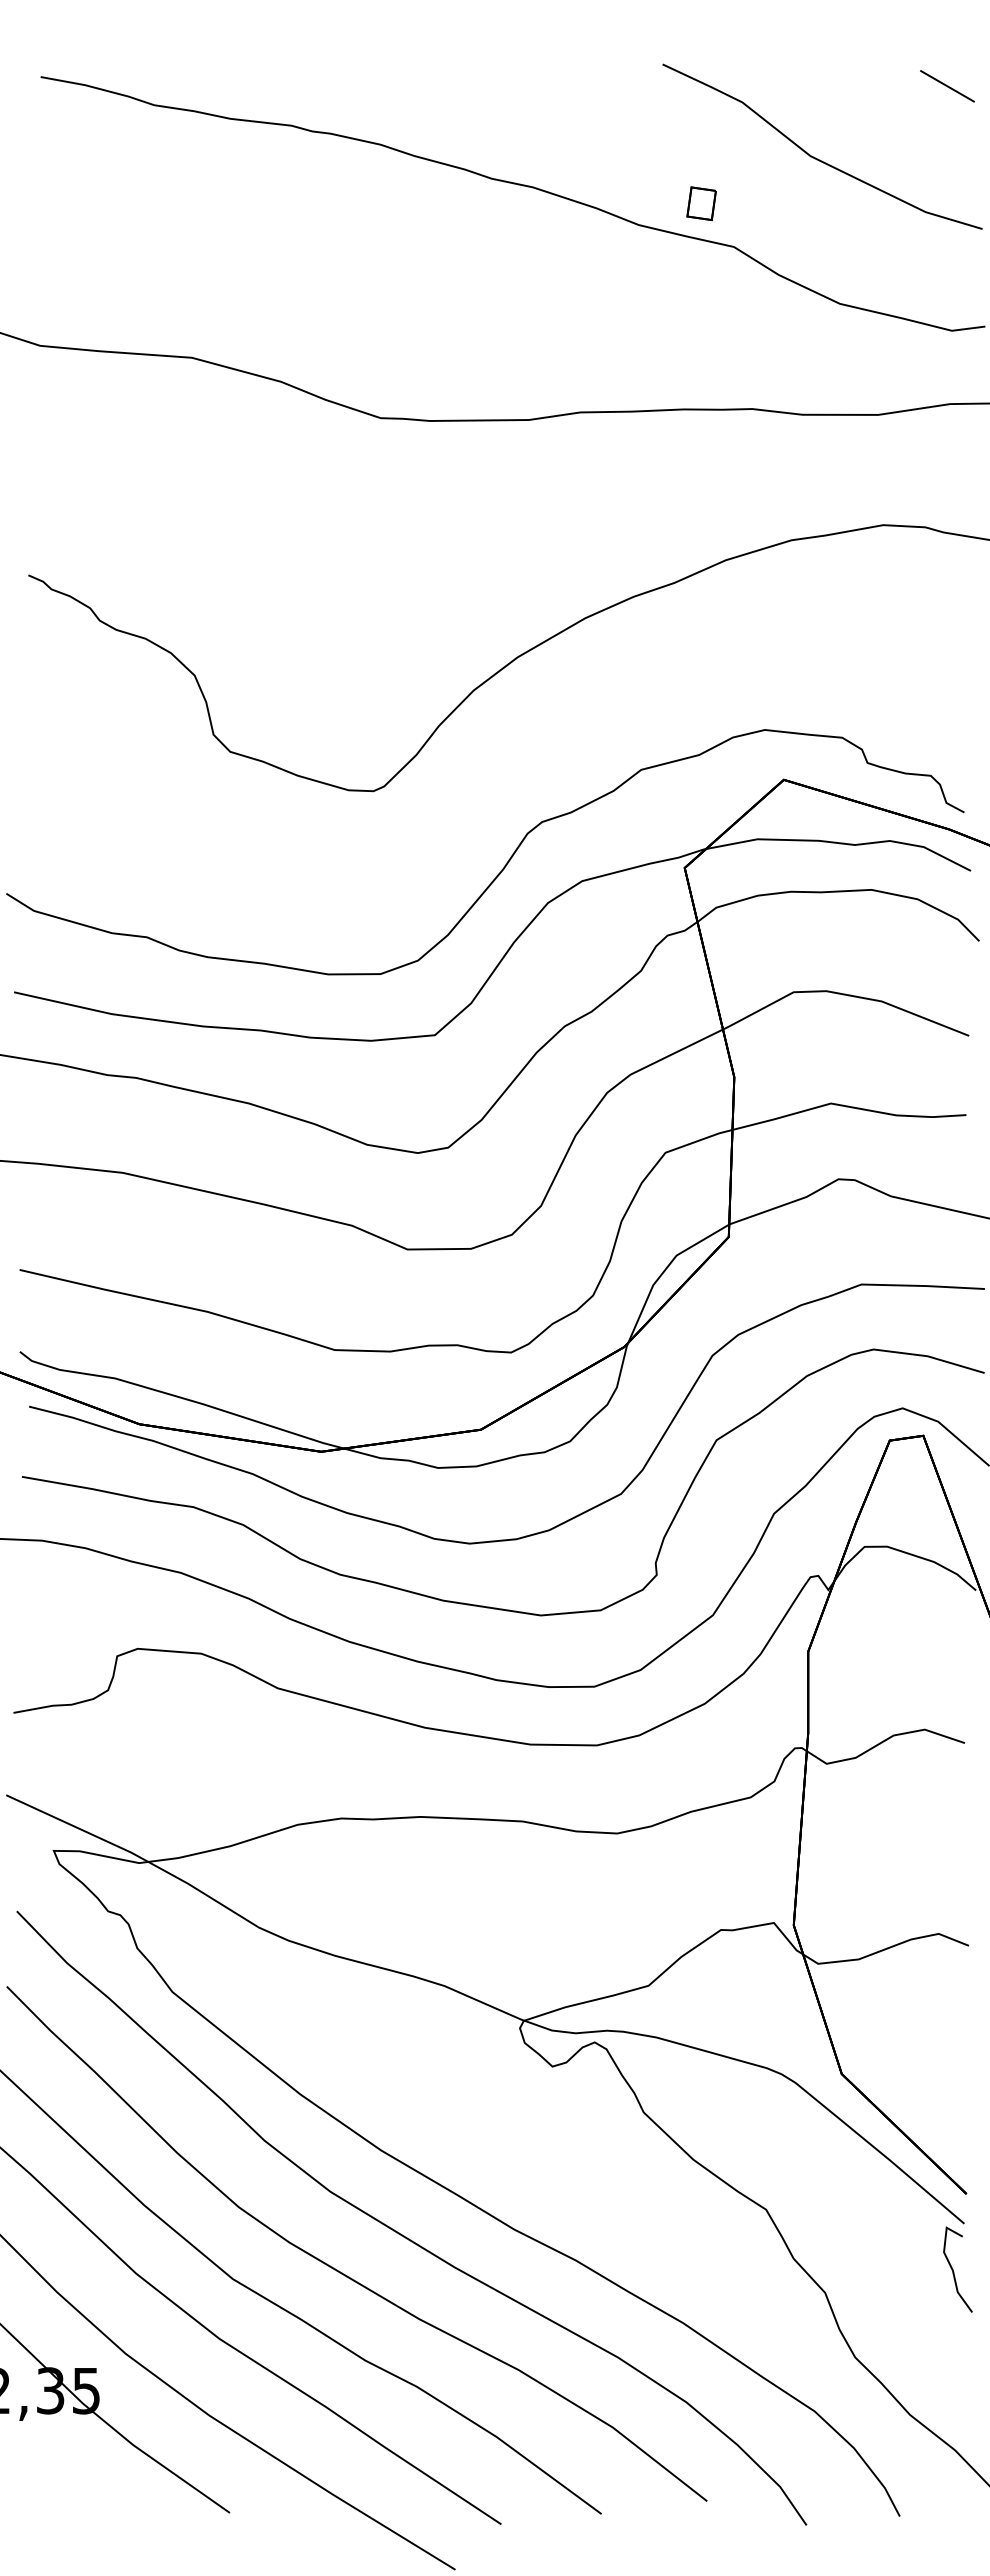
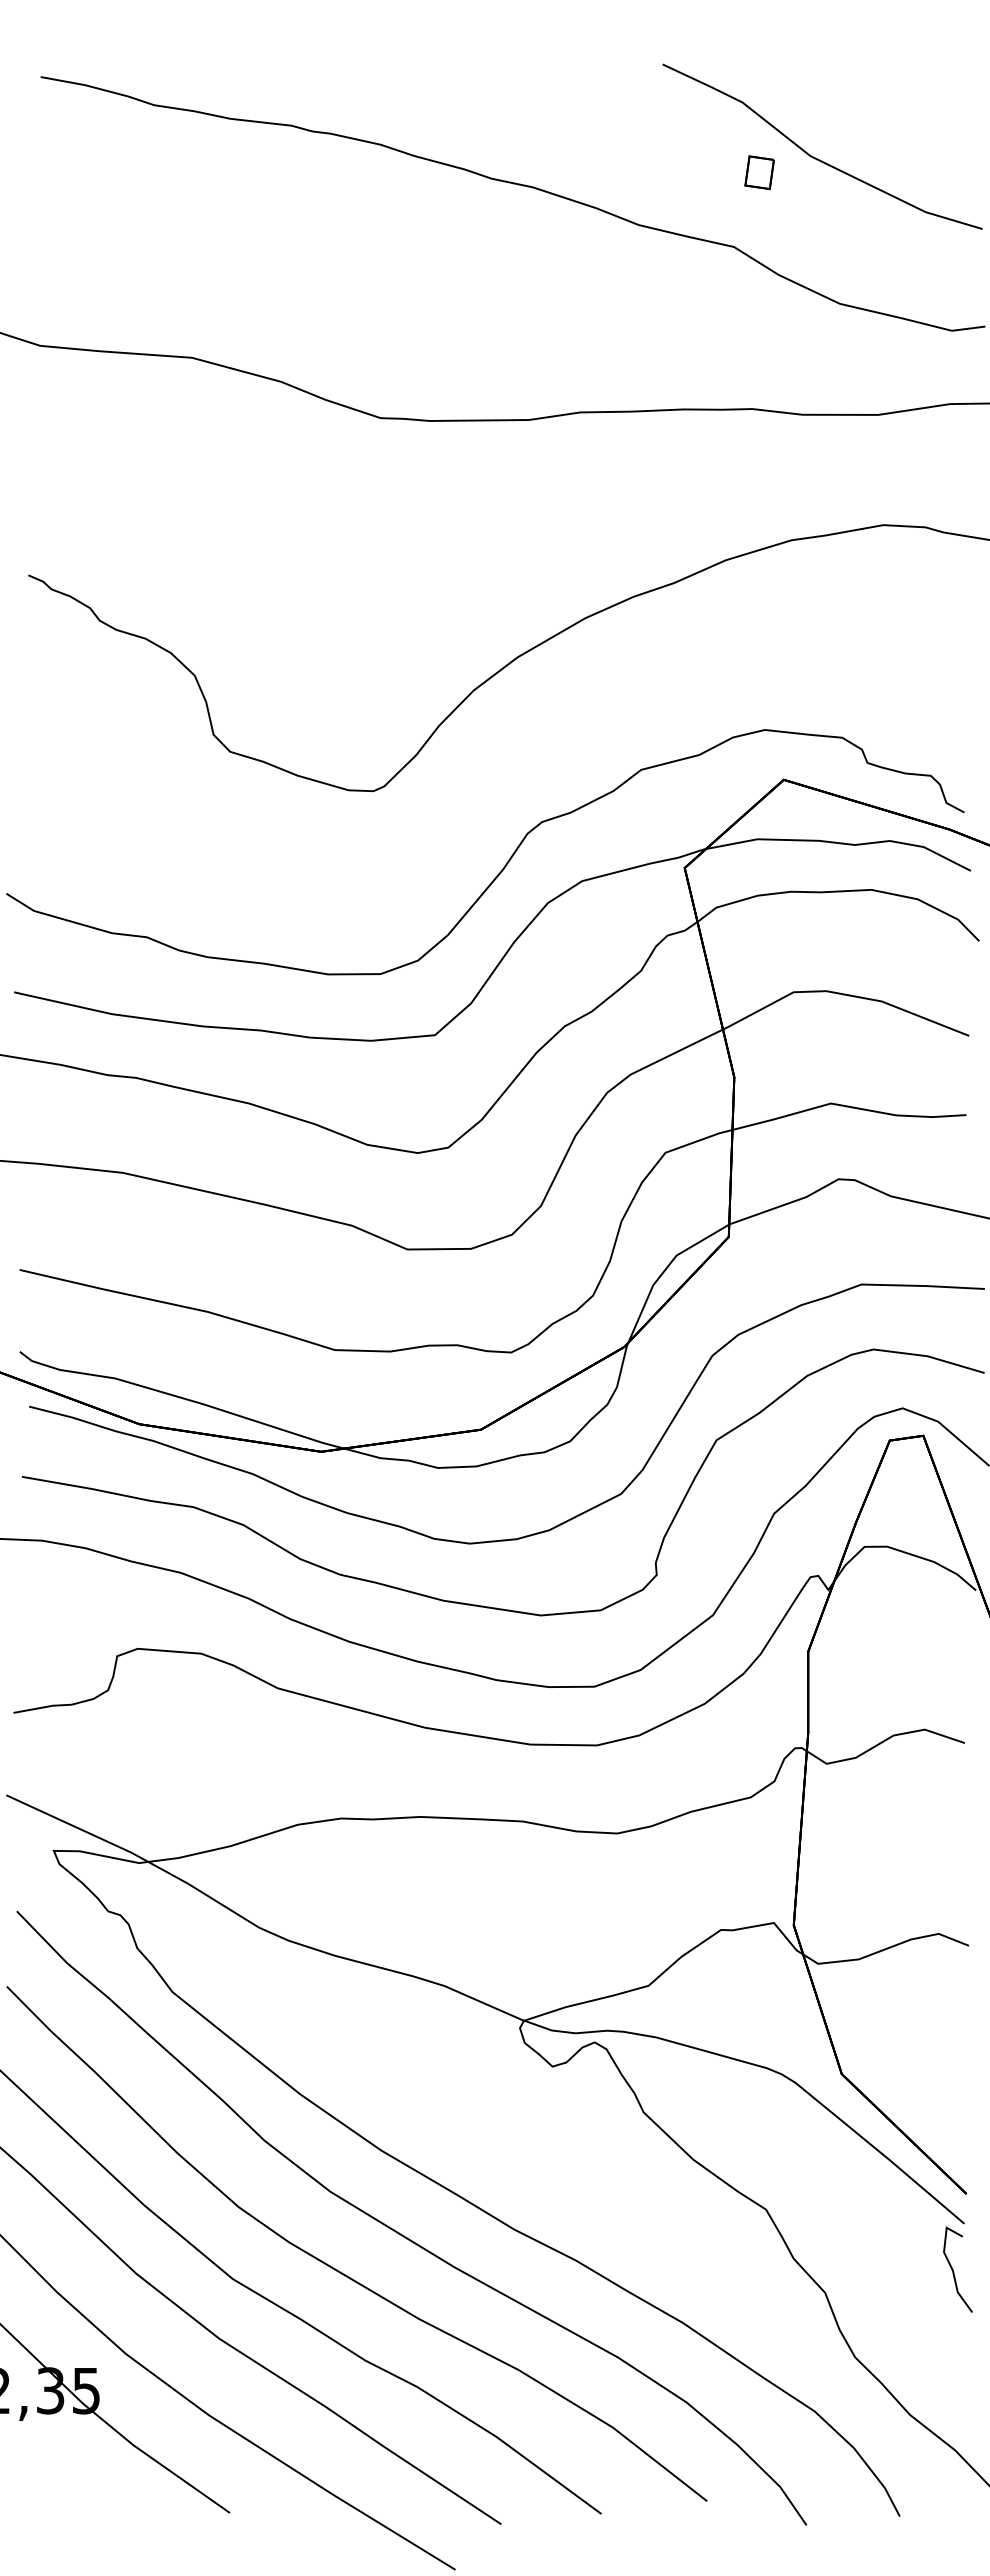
line at (947, 86): present -> none
part at (701, 203) position: (701, 203) -> (759, 172)
